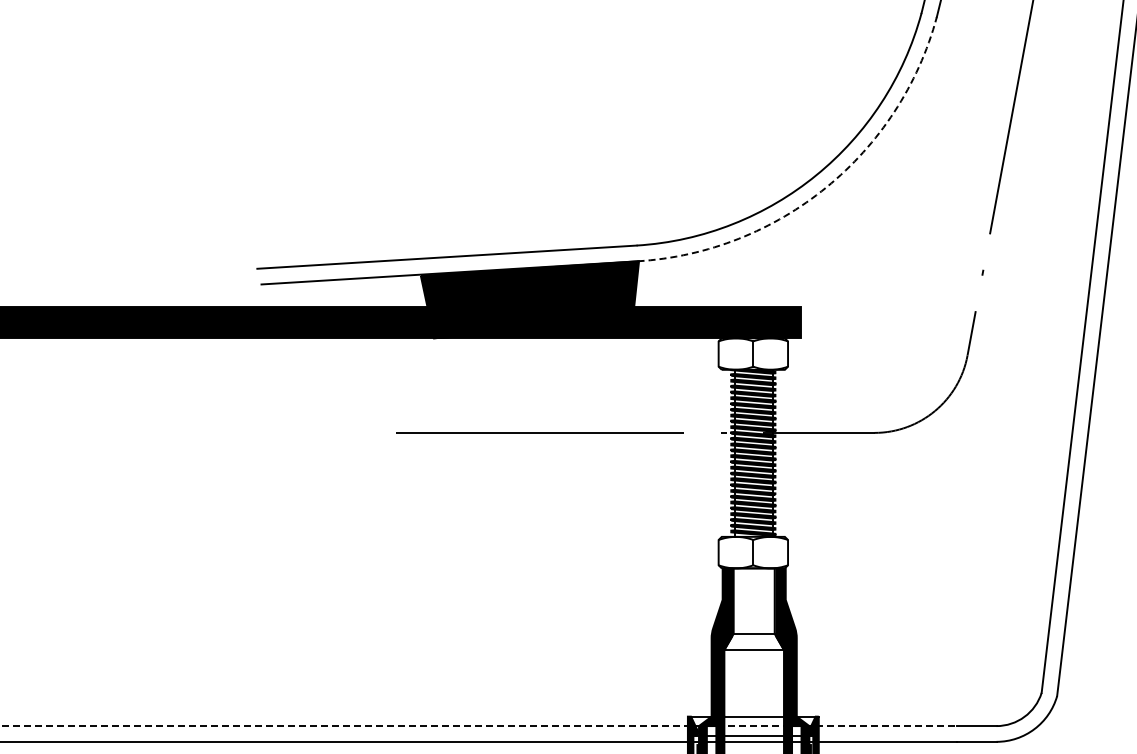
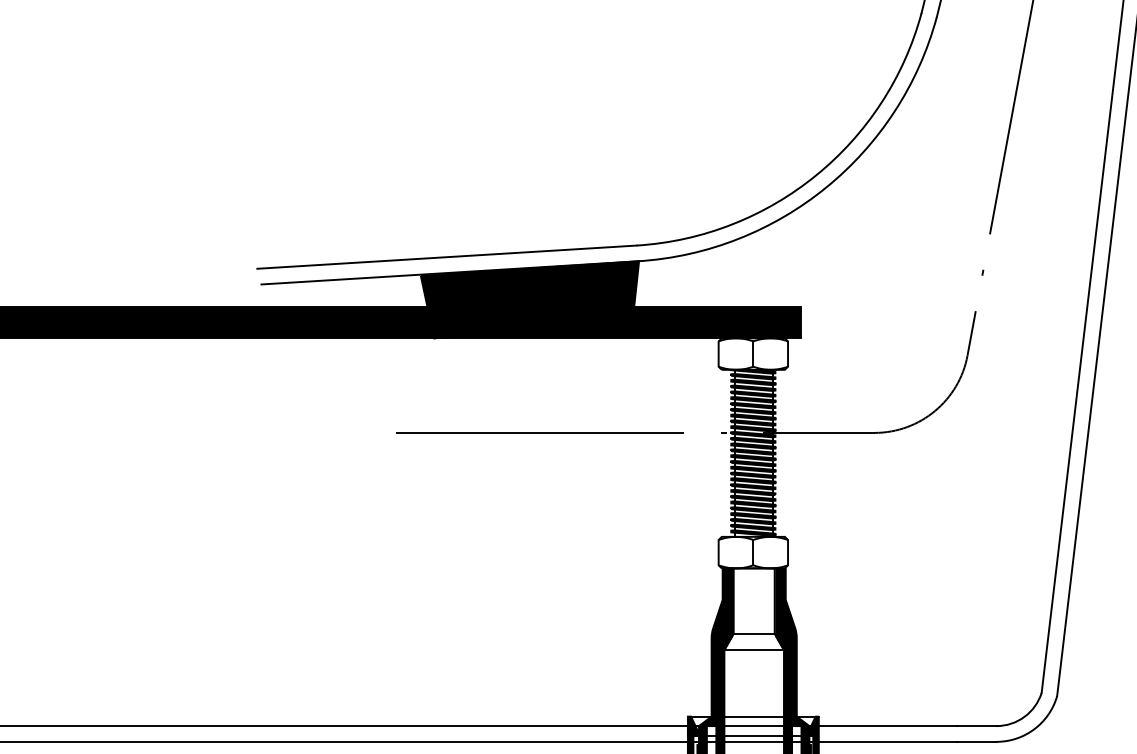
arc at (826, 187): dashed -> solid
line at (479, 726): dashed -> solid
